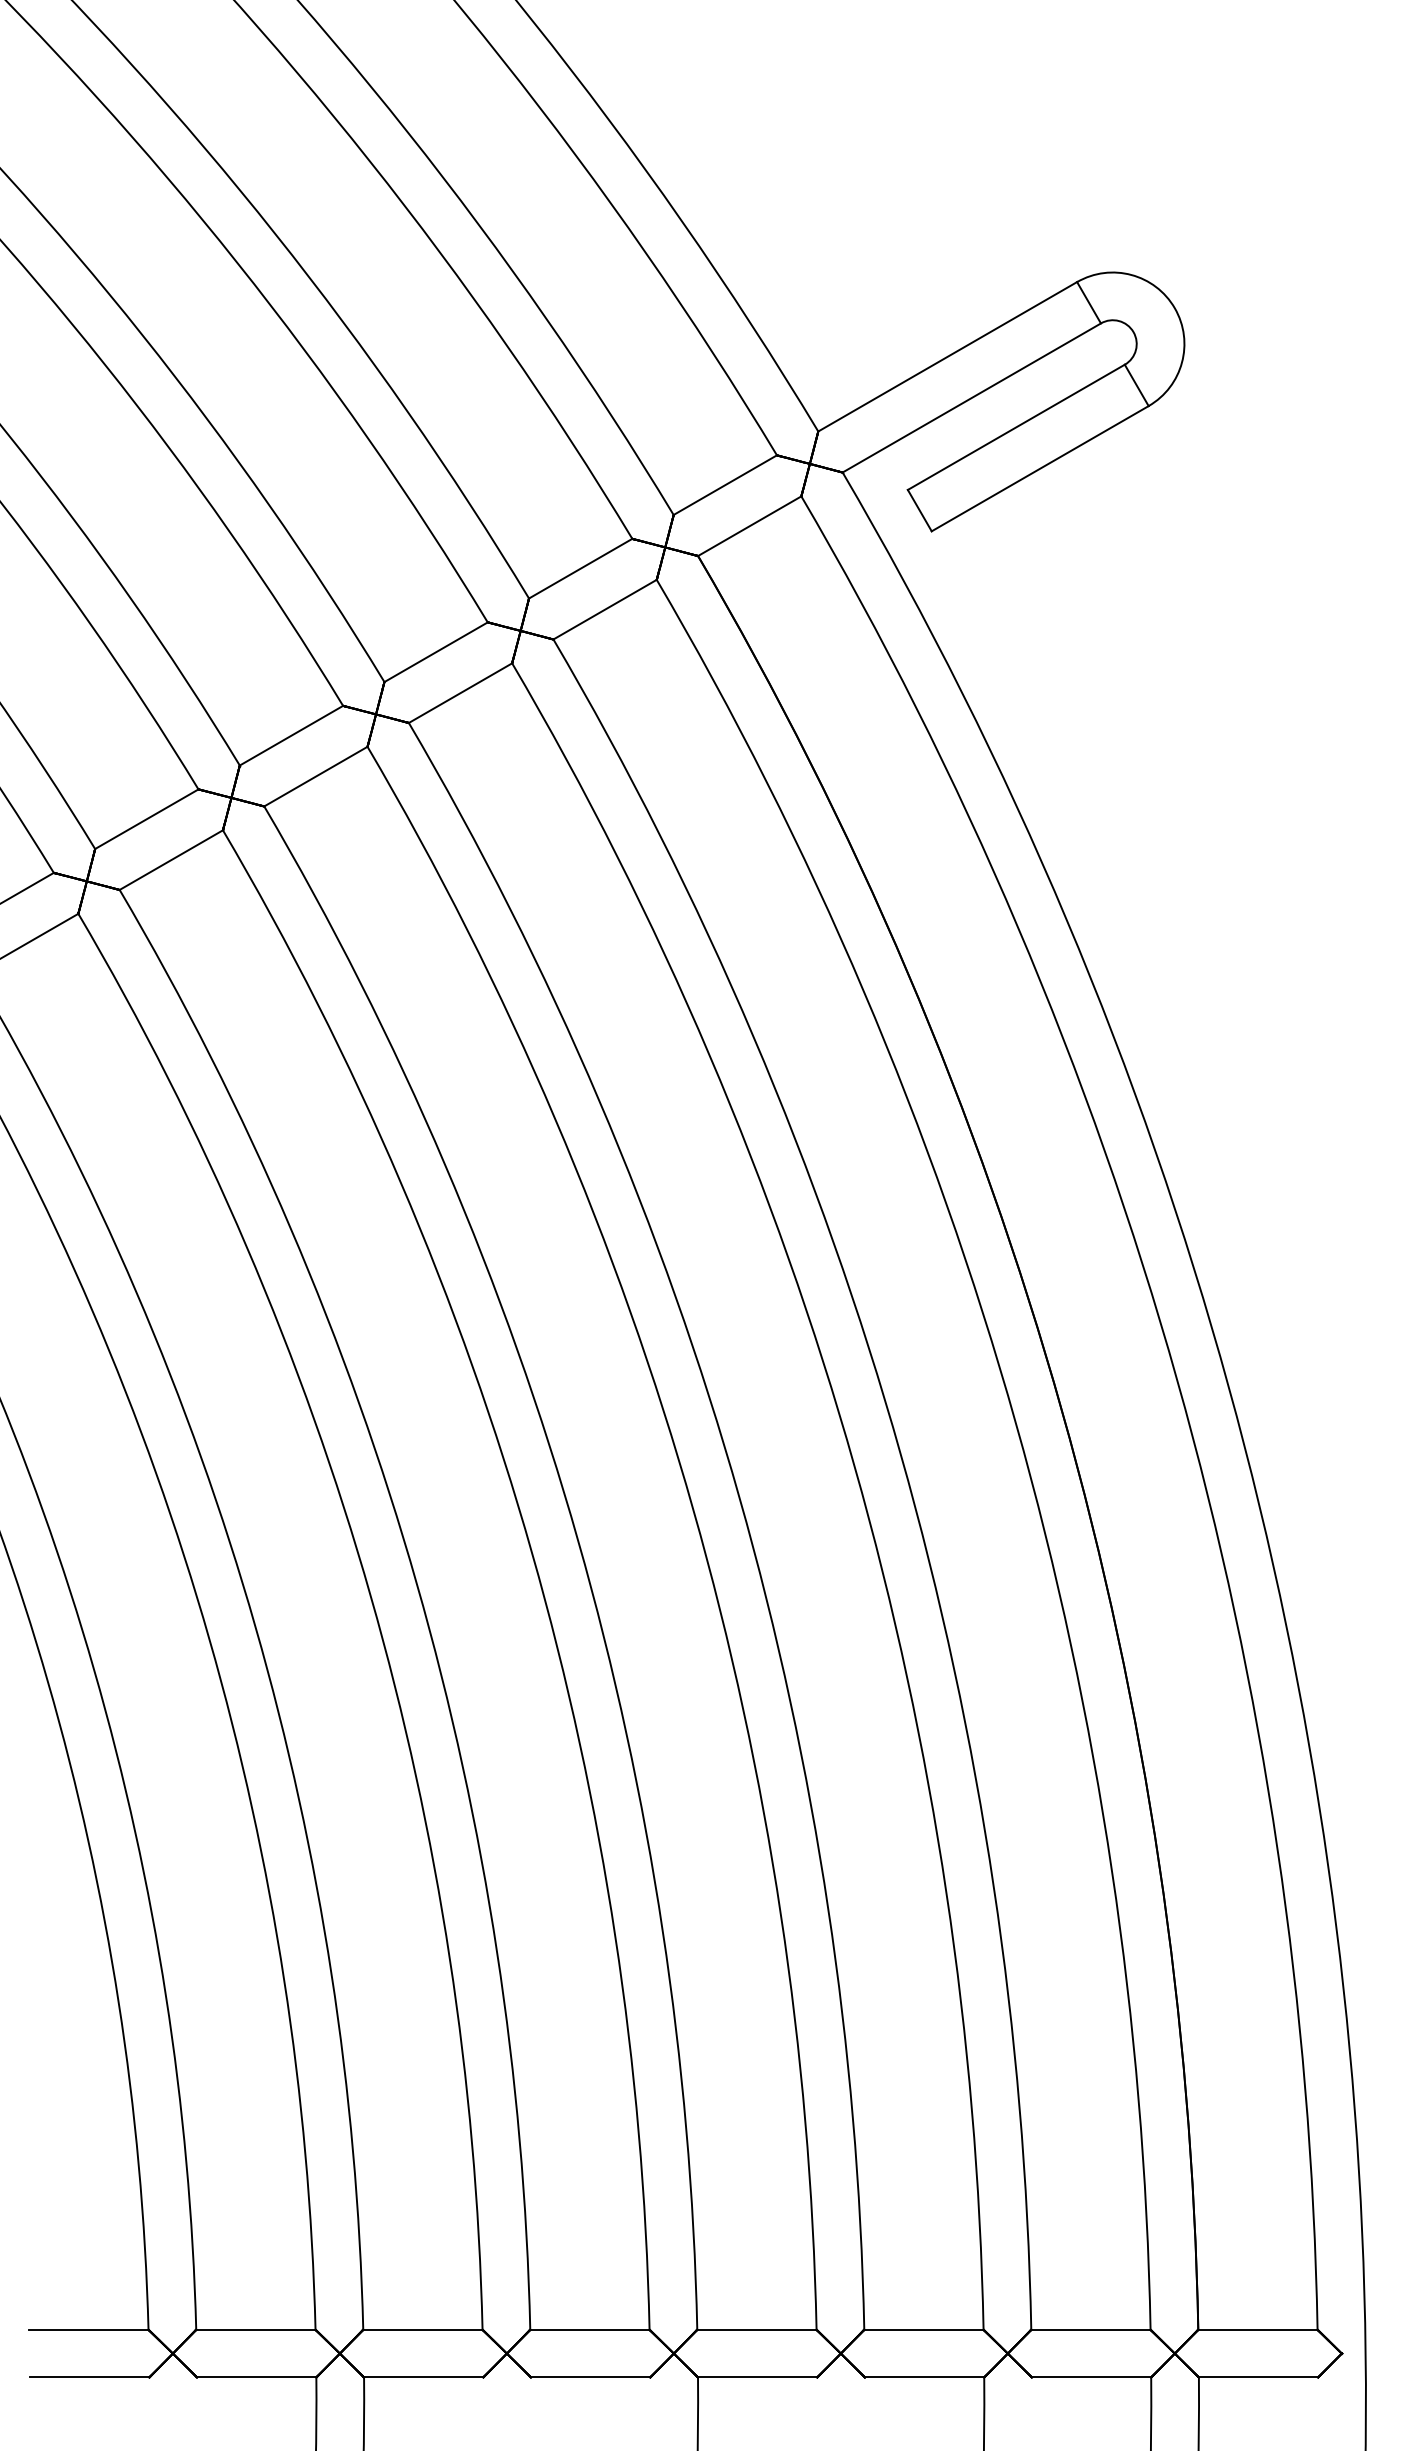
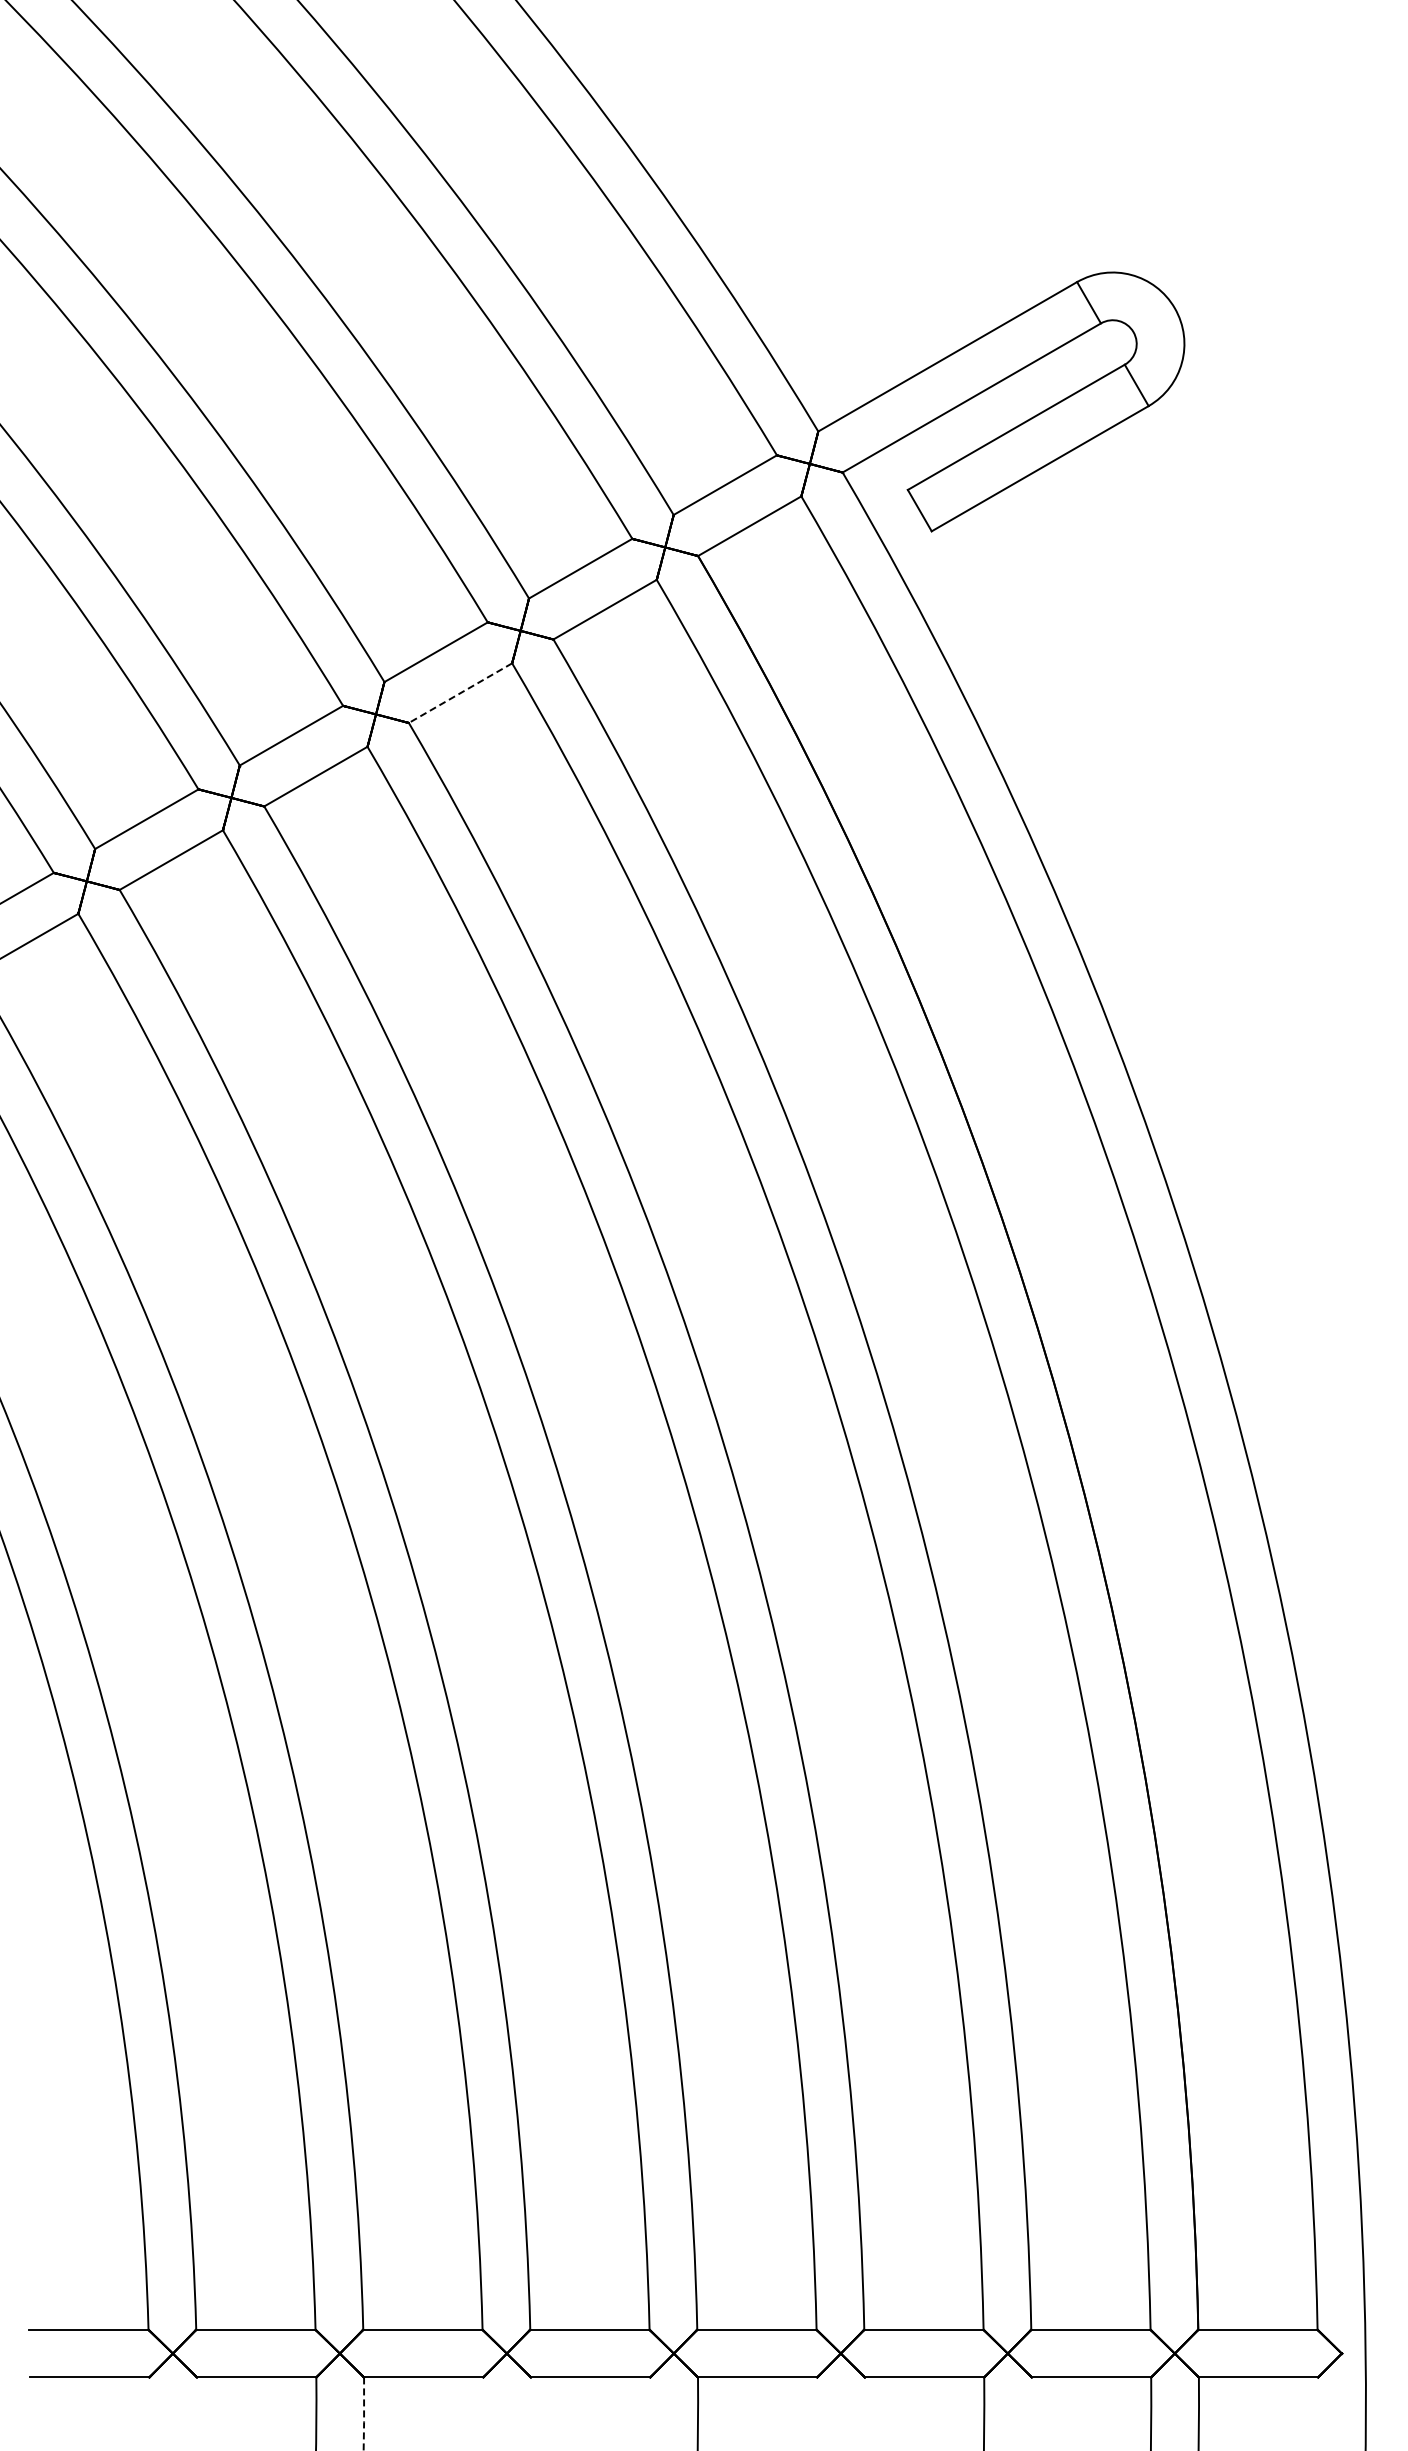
line at (460, 693): solid -> dashed
arc at (364, 2414): solid -> dashed
